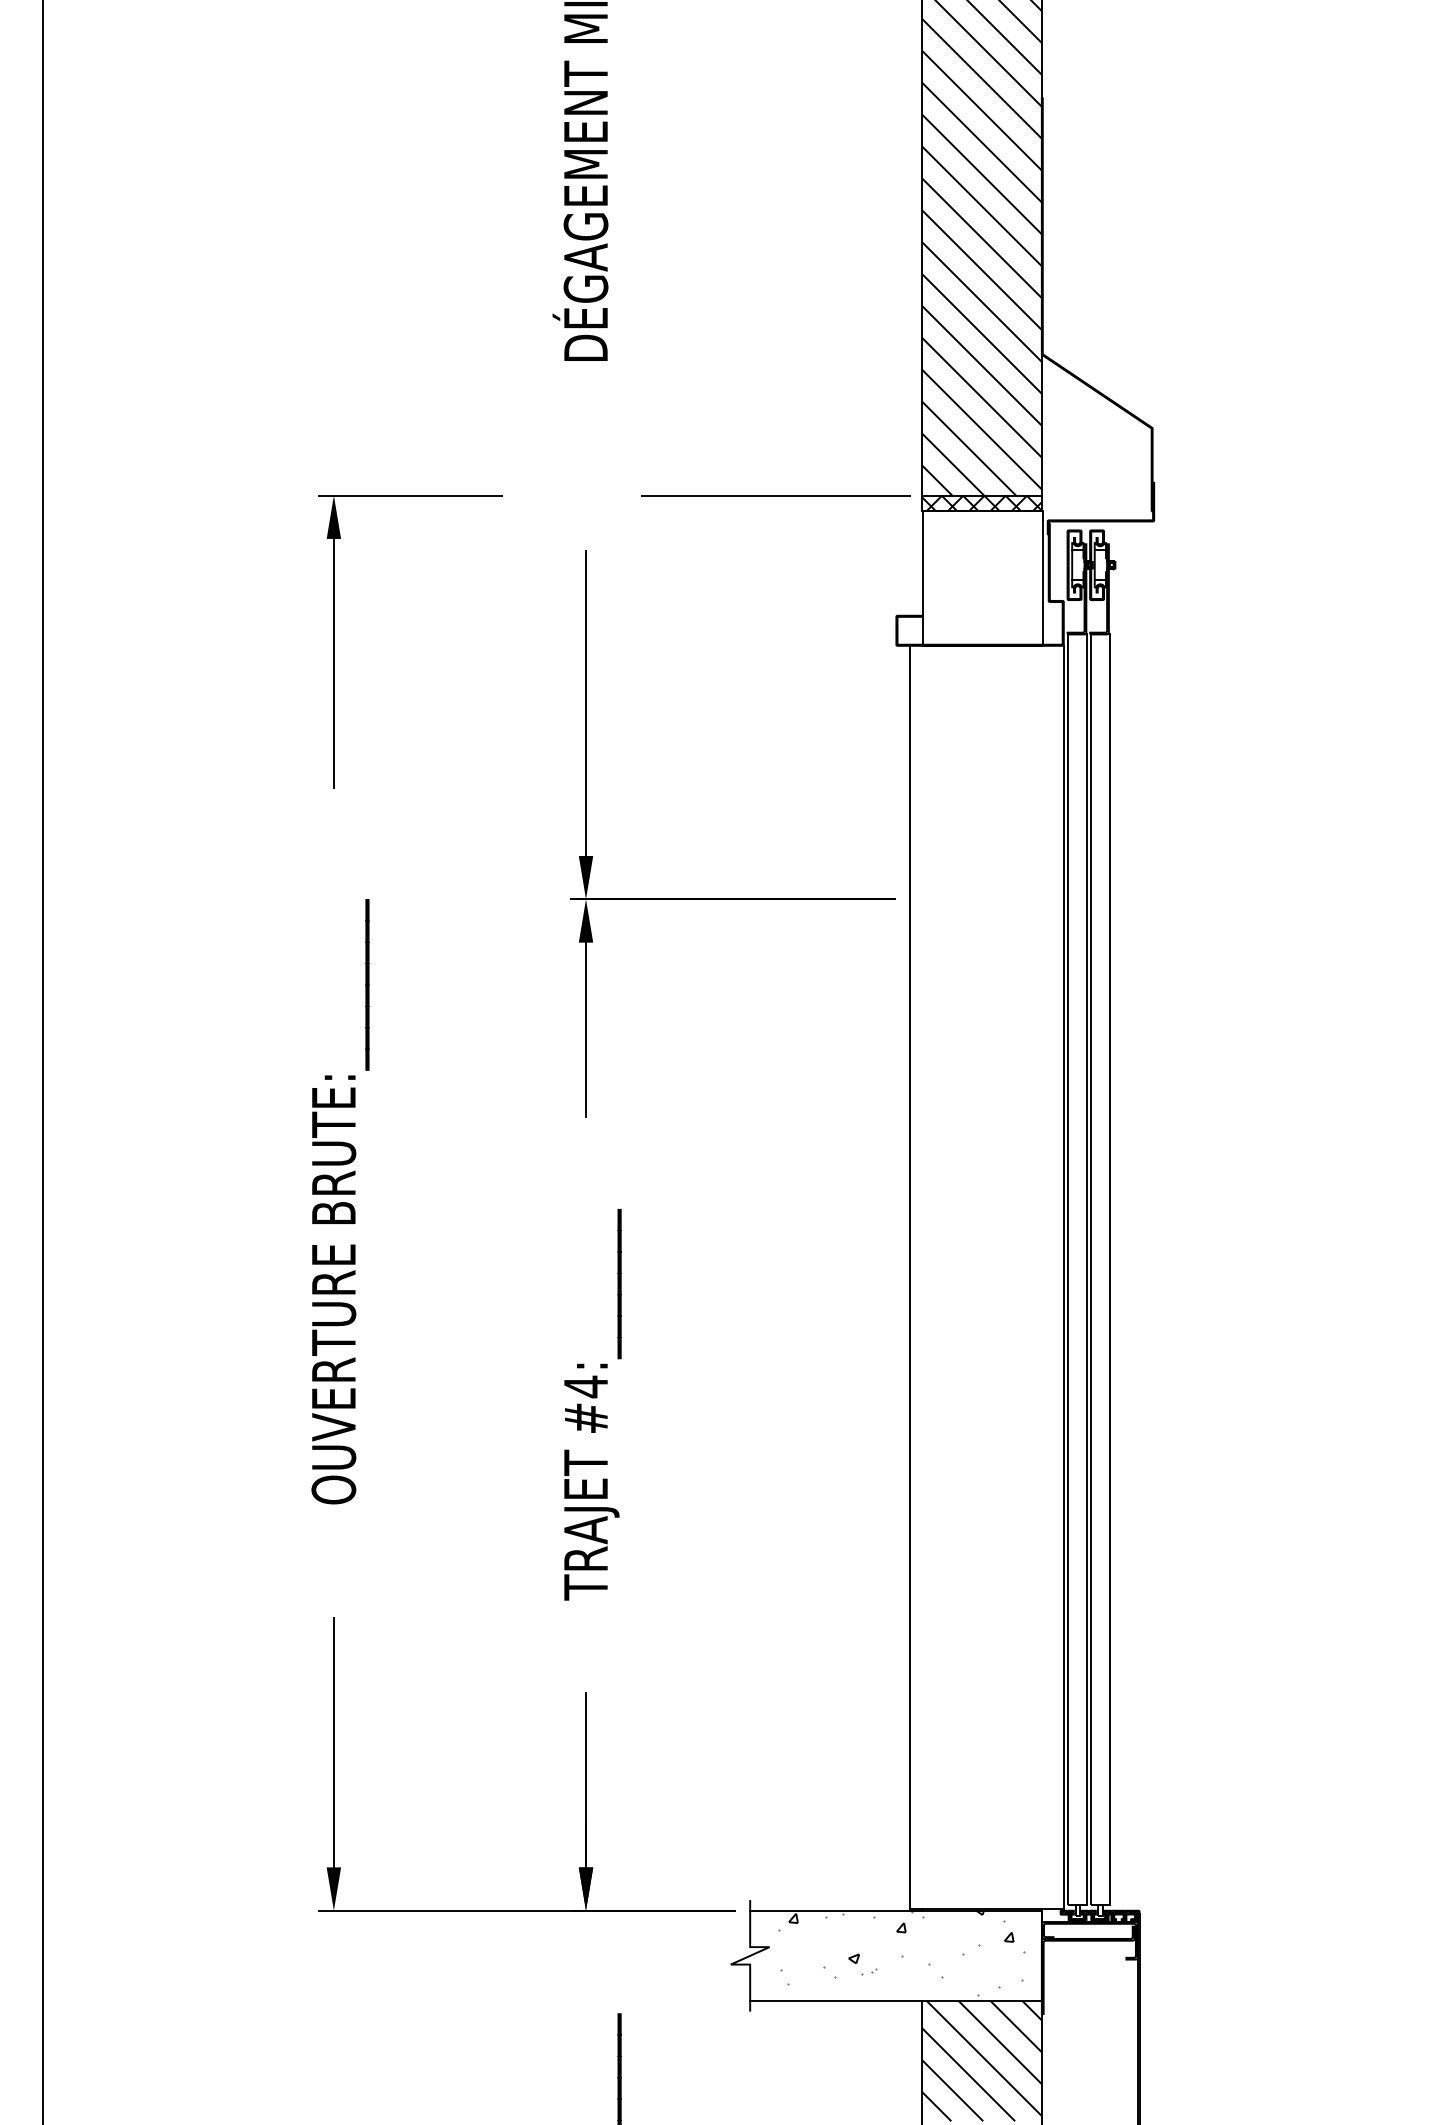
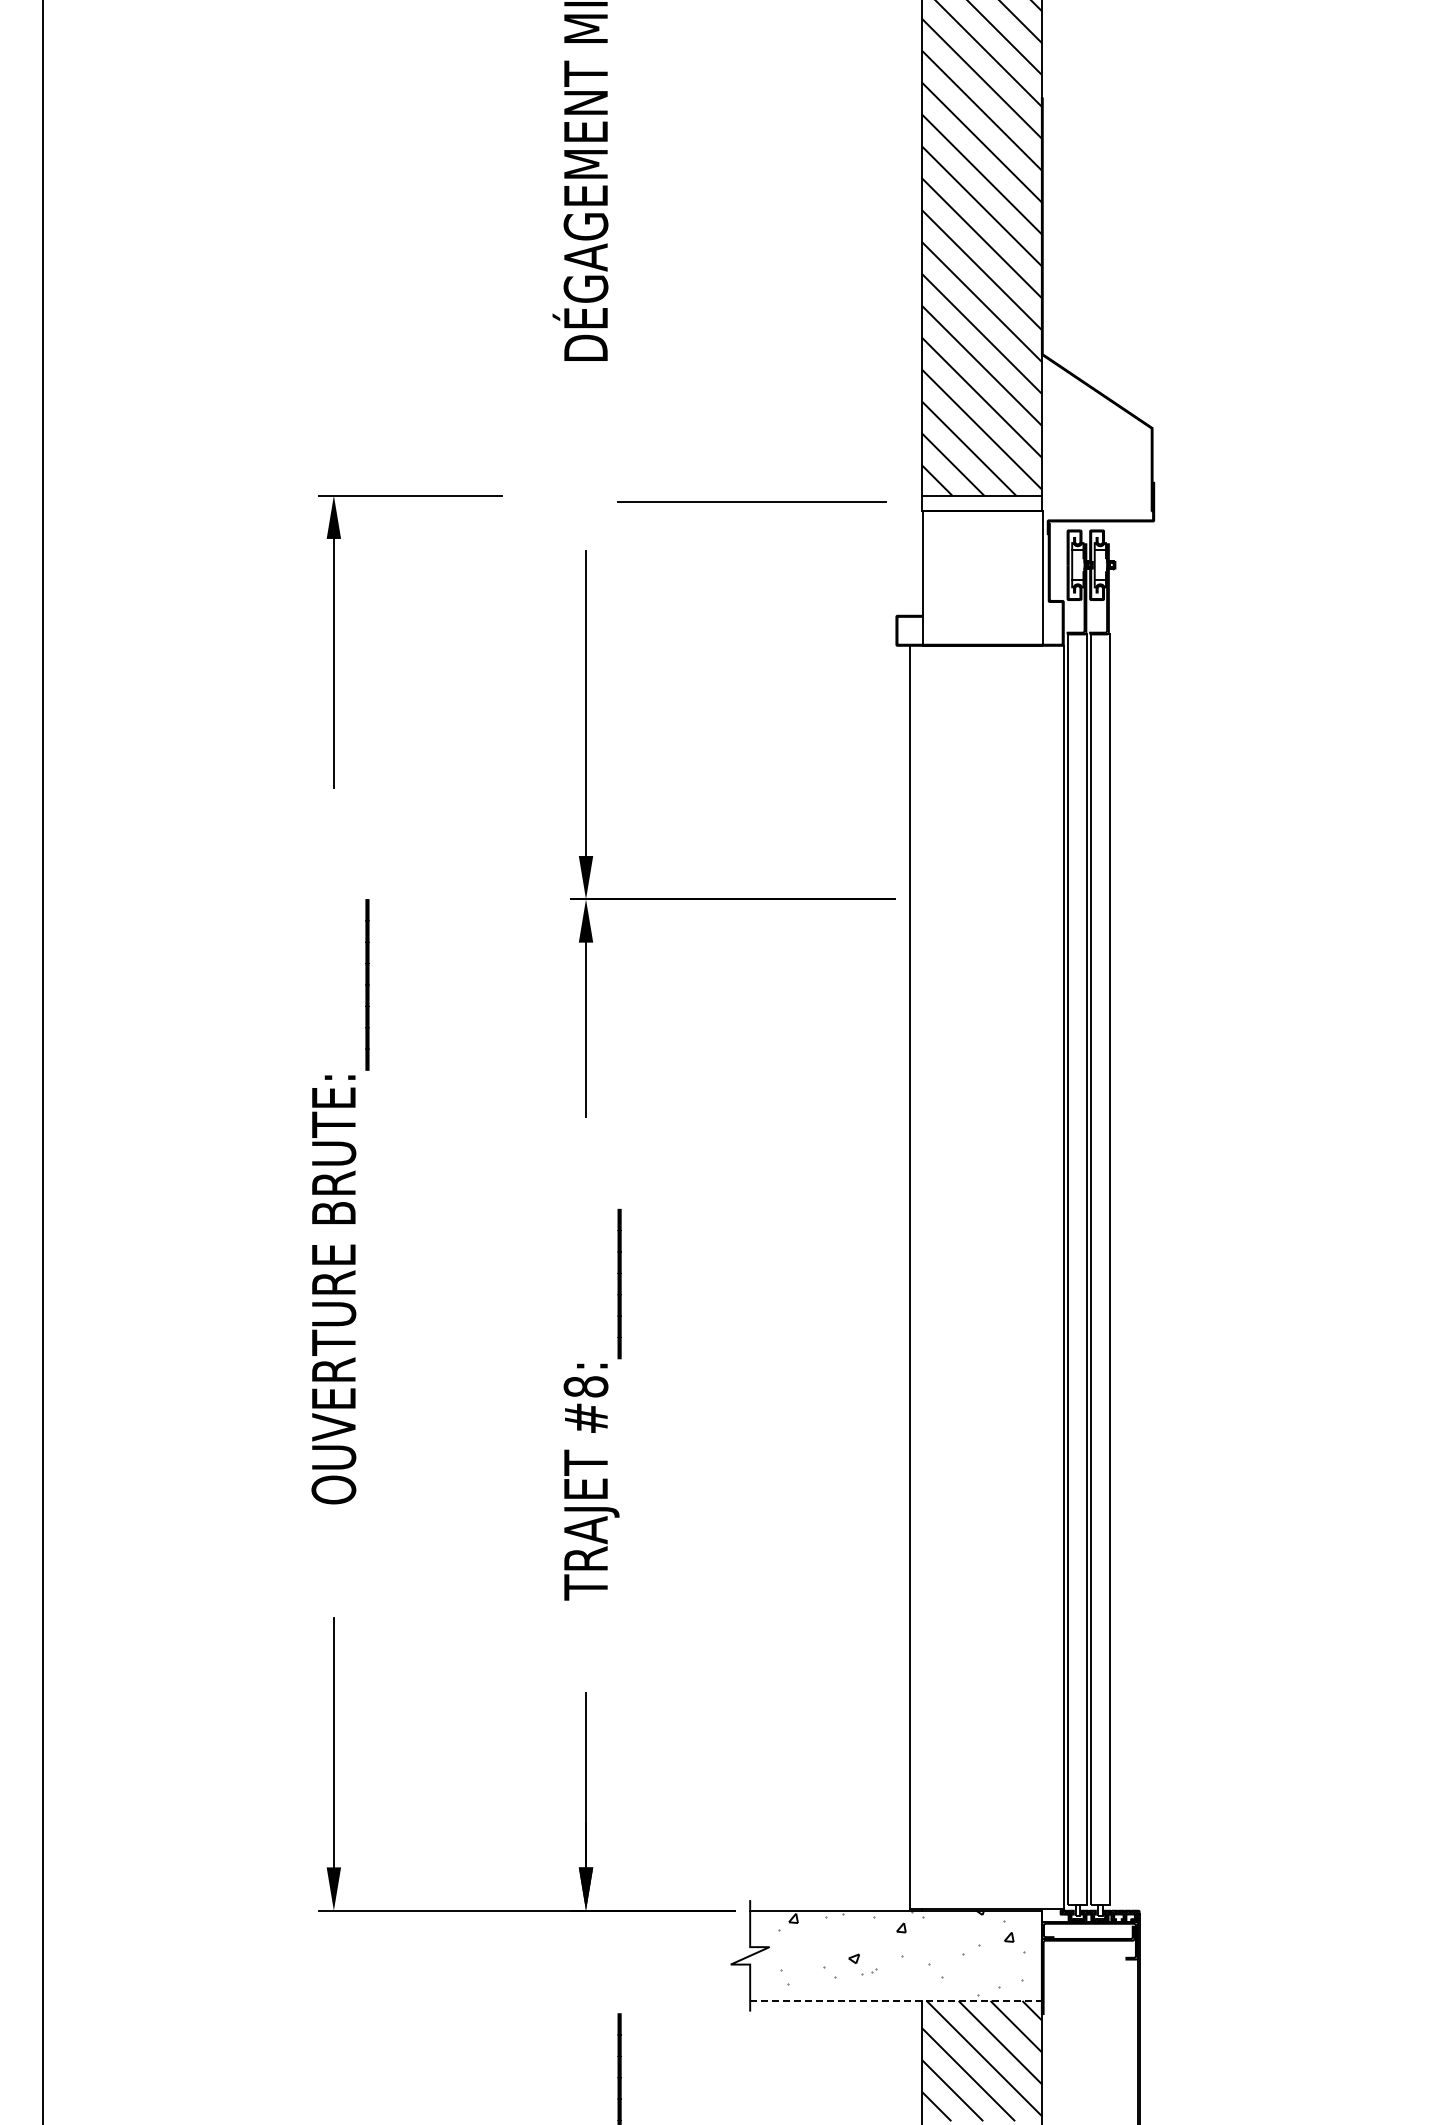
line at (775, 495) position: (775, 495) -> (751, 501)
hatch at (981, 502): present -> none
text at (585, 1386): #4:_______ -> #8:_______
line at (896, 2000): solid -> dashed
